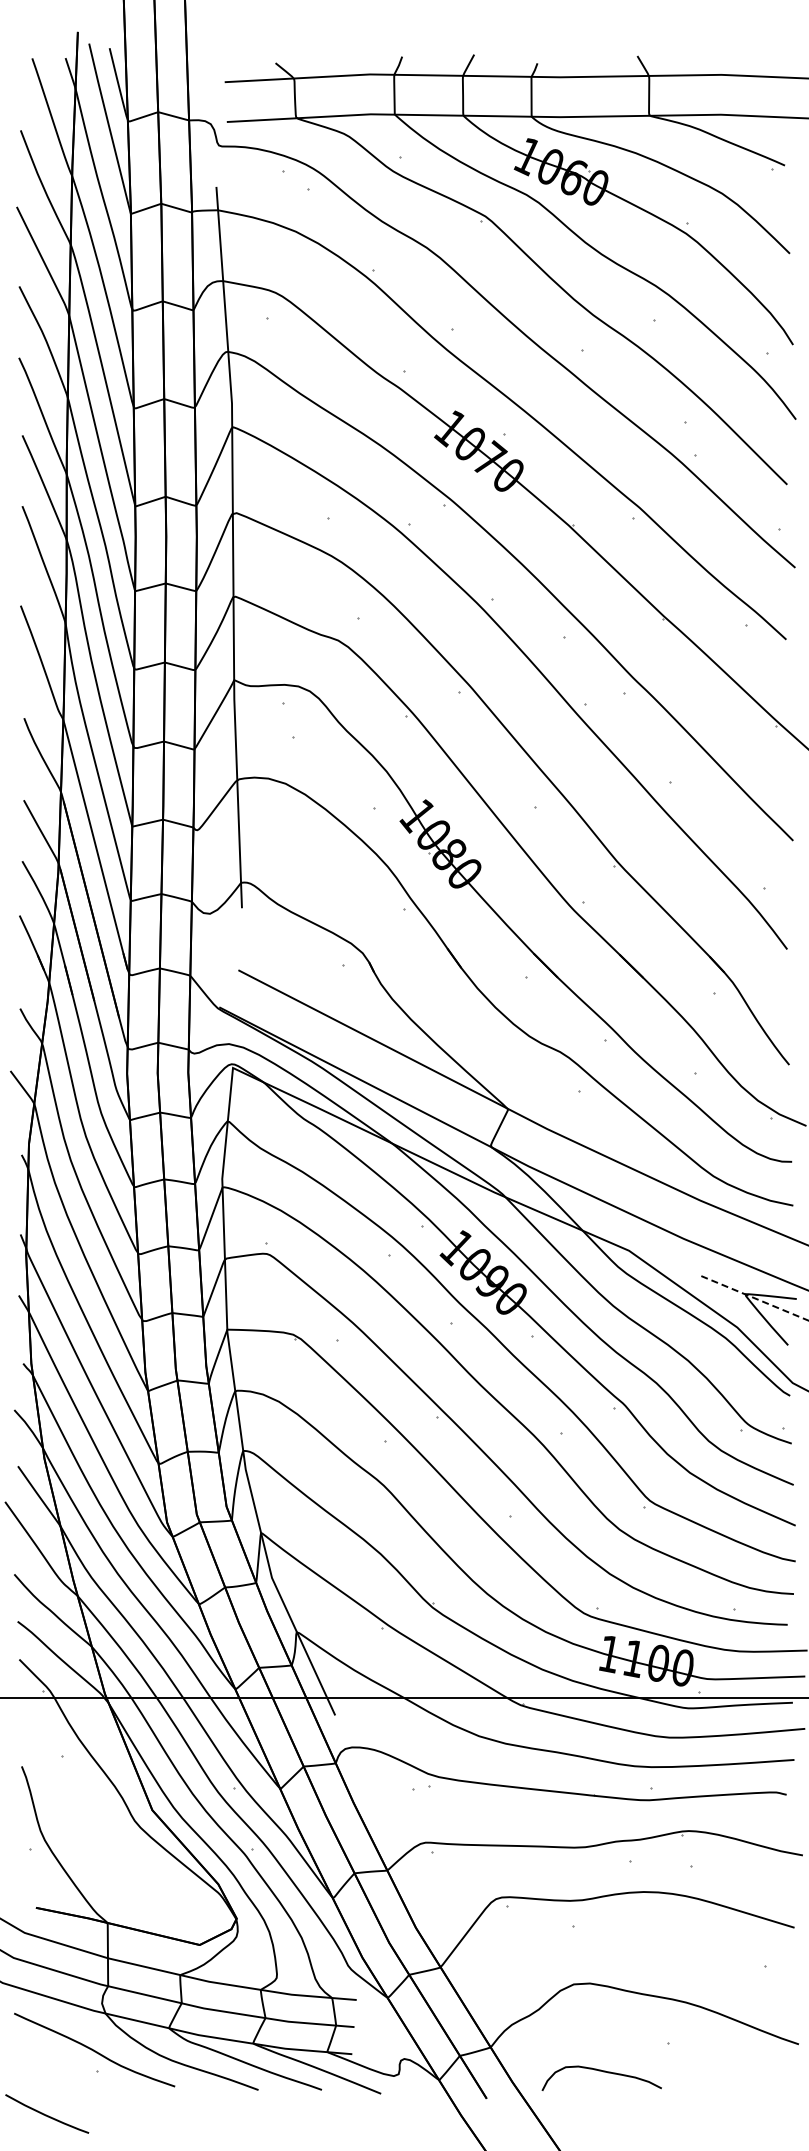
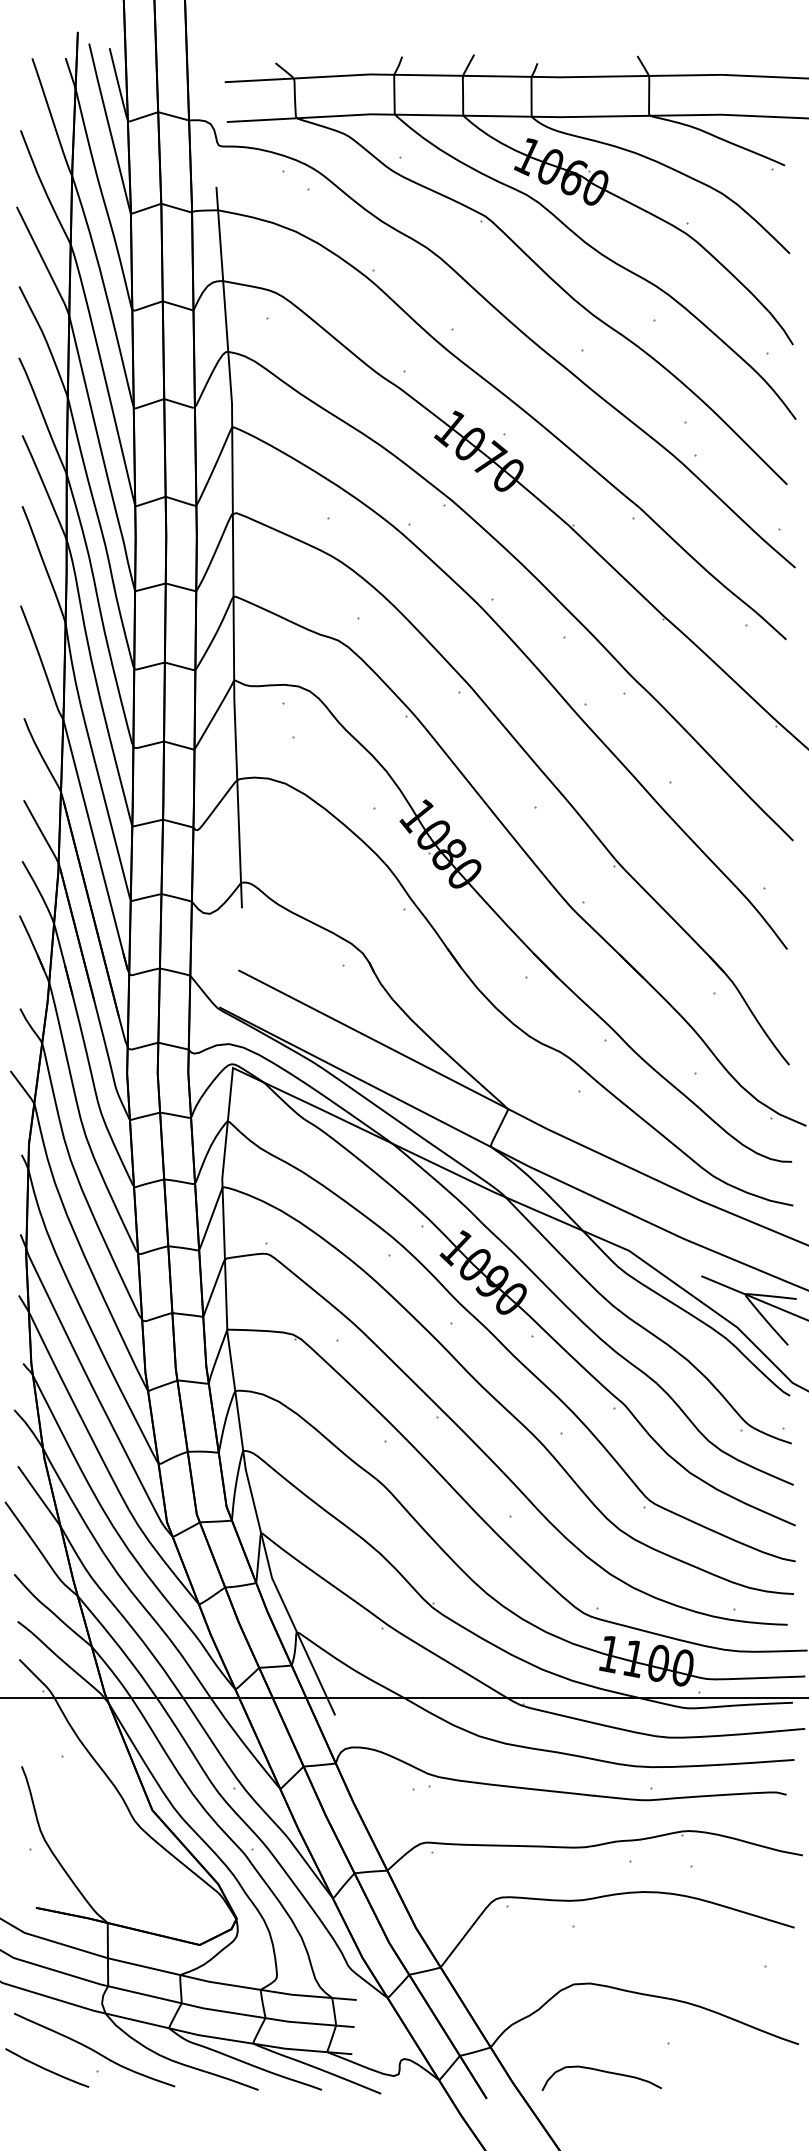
line at (754, 1298): dashed -> solid
curve at (46, 2114) position: (46, 2114) -> (46, 2068)
